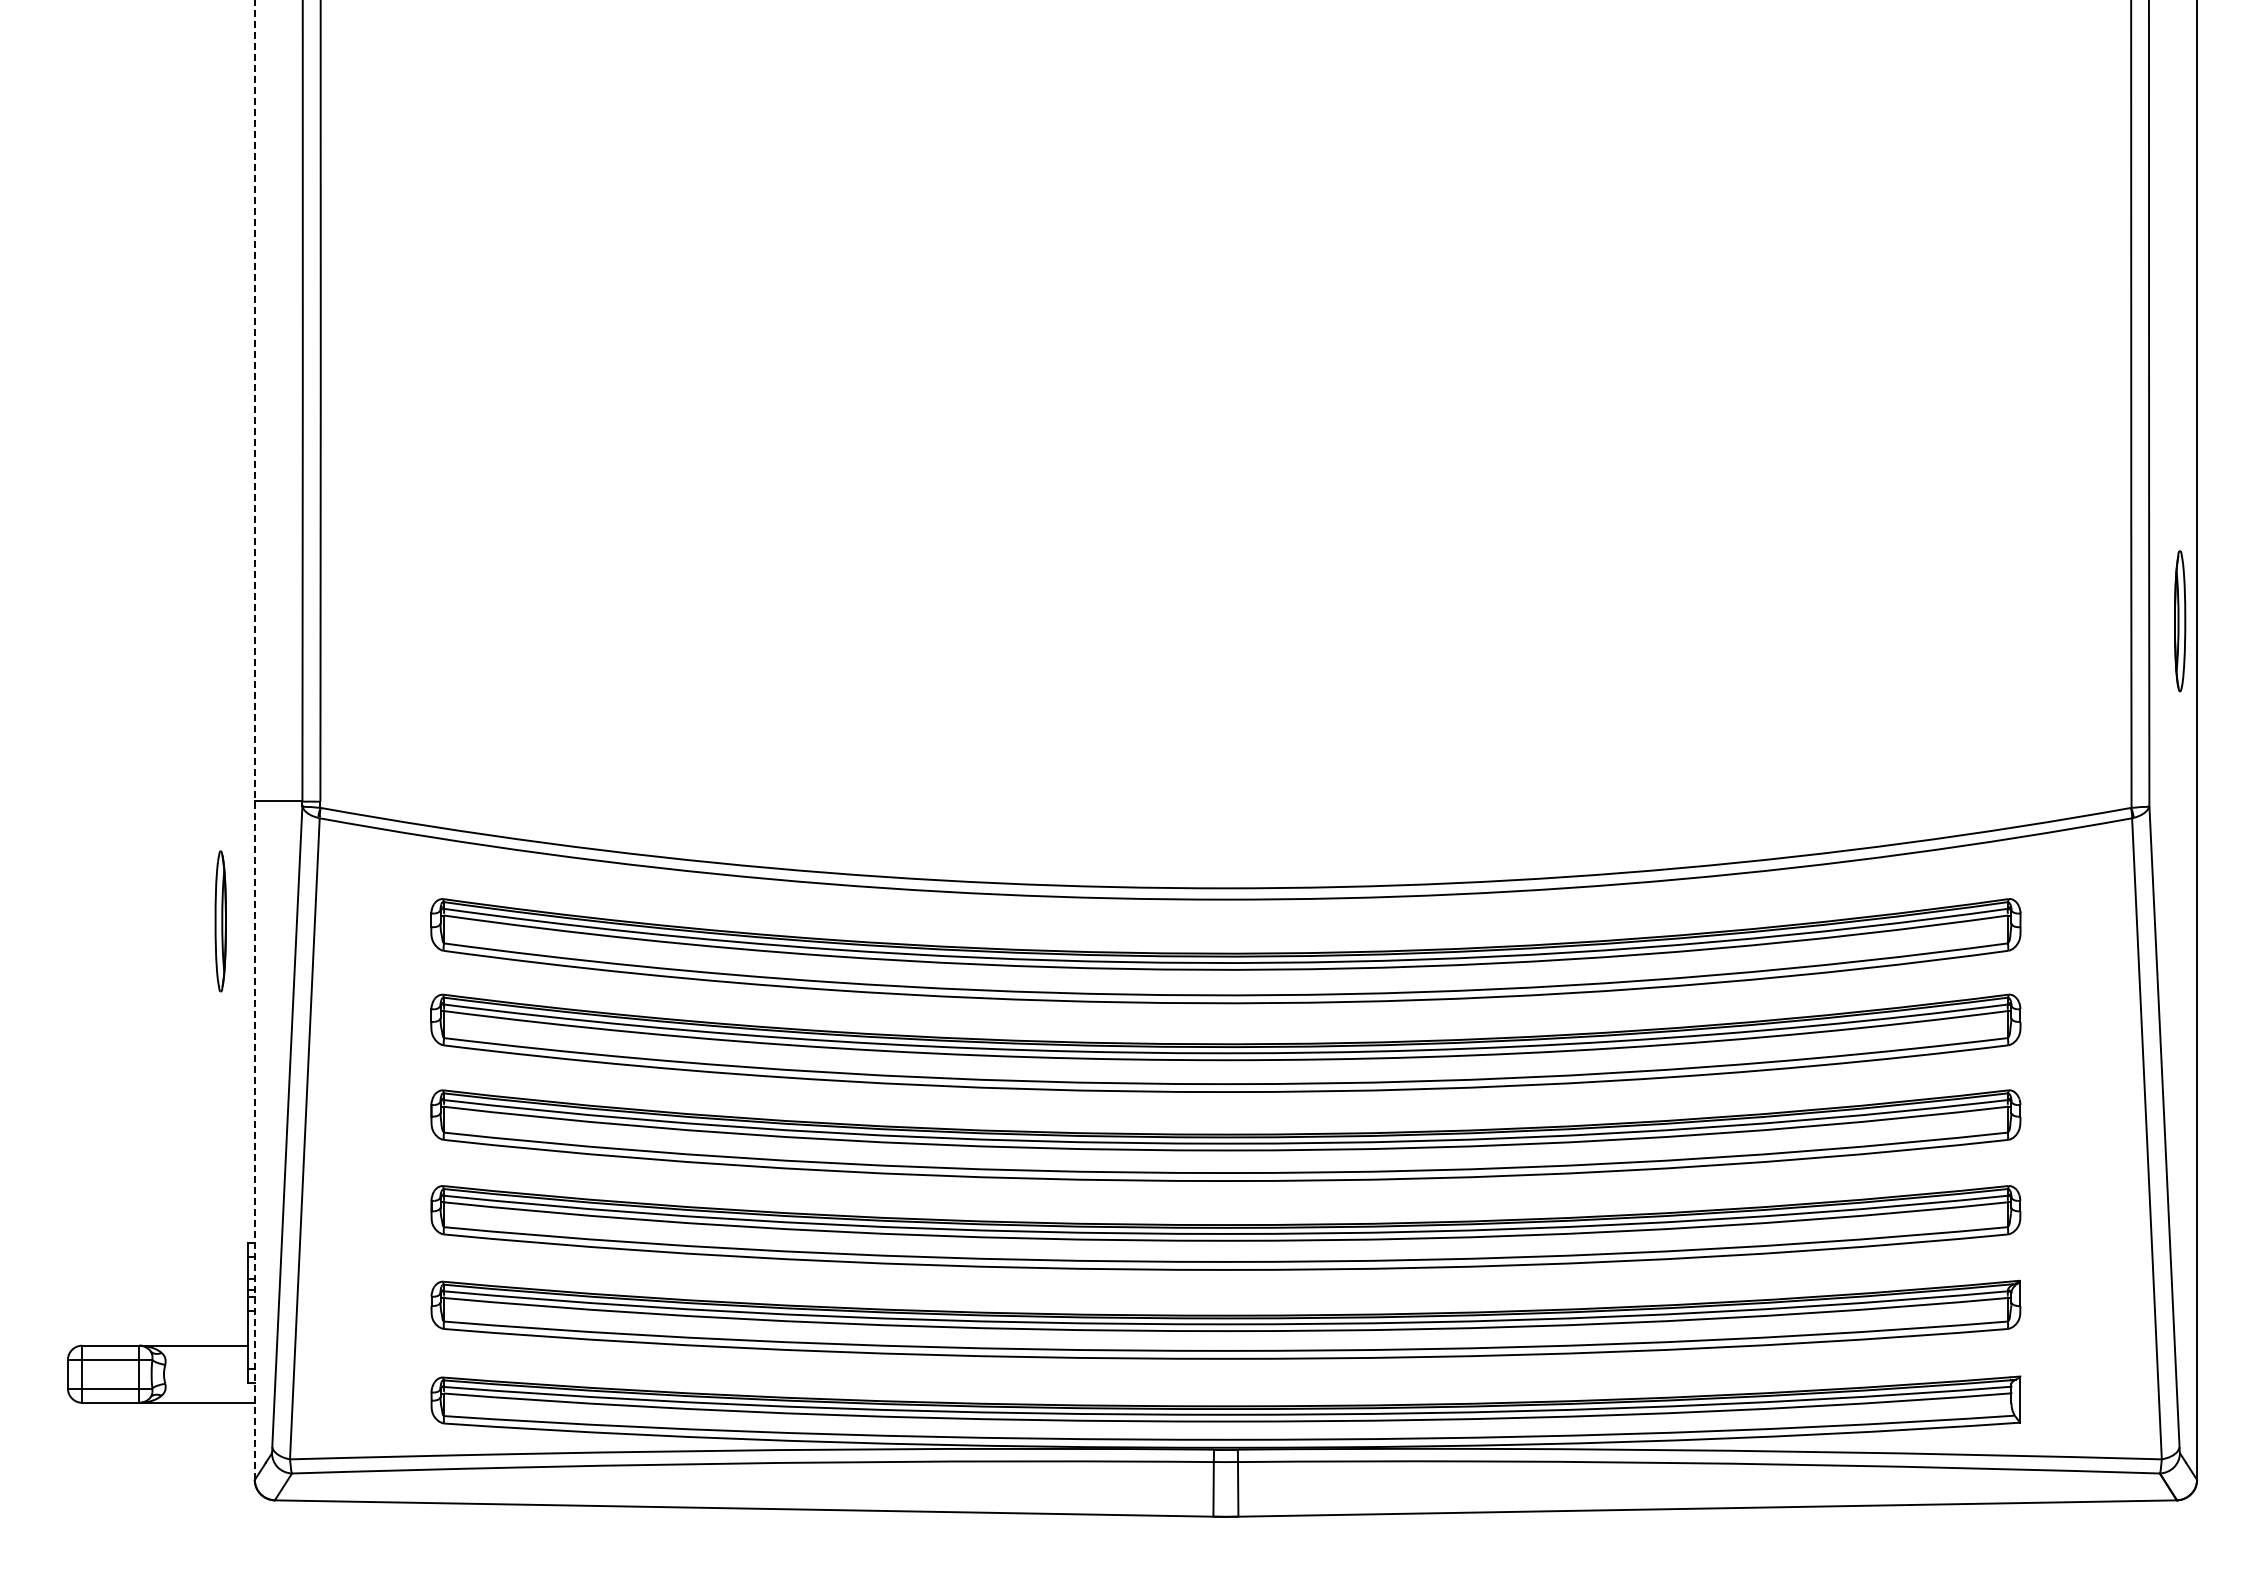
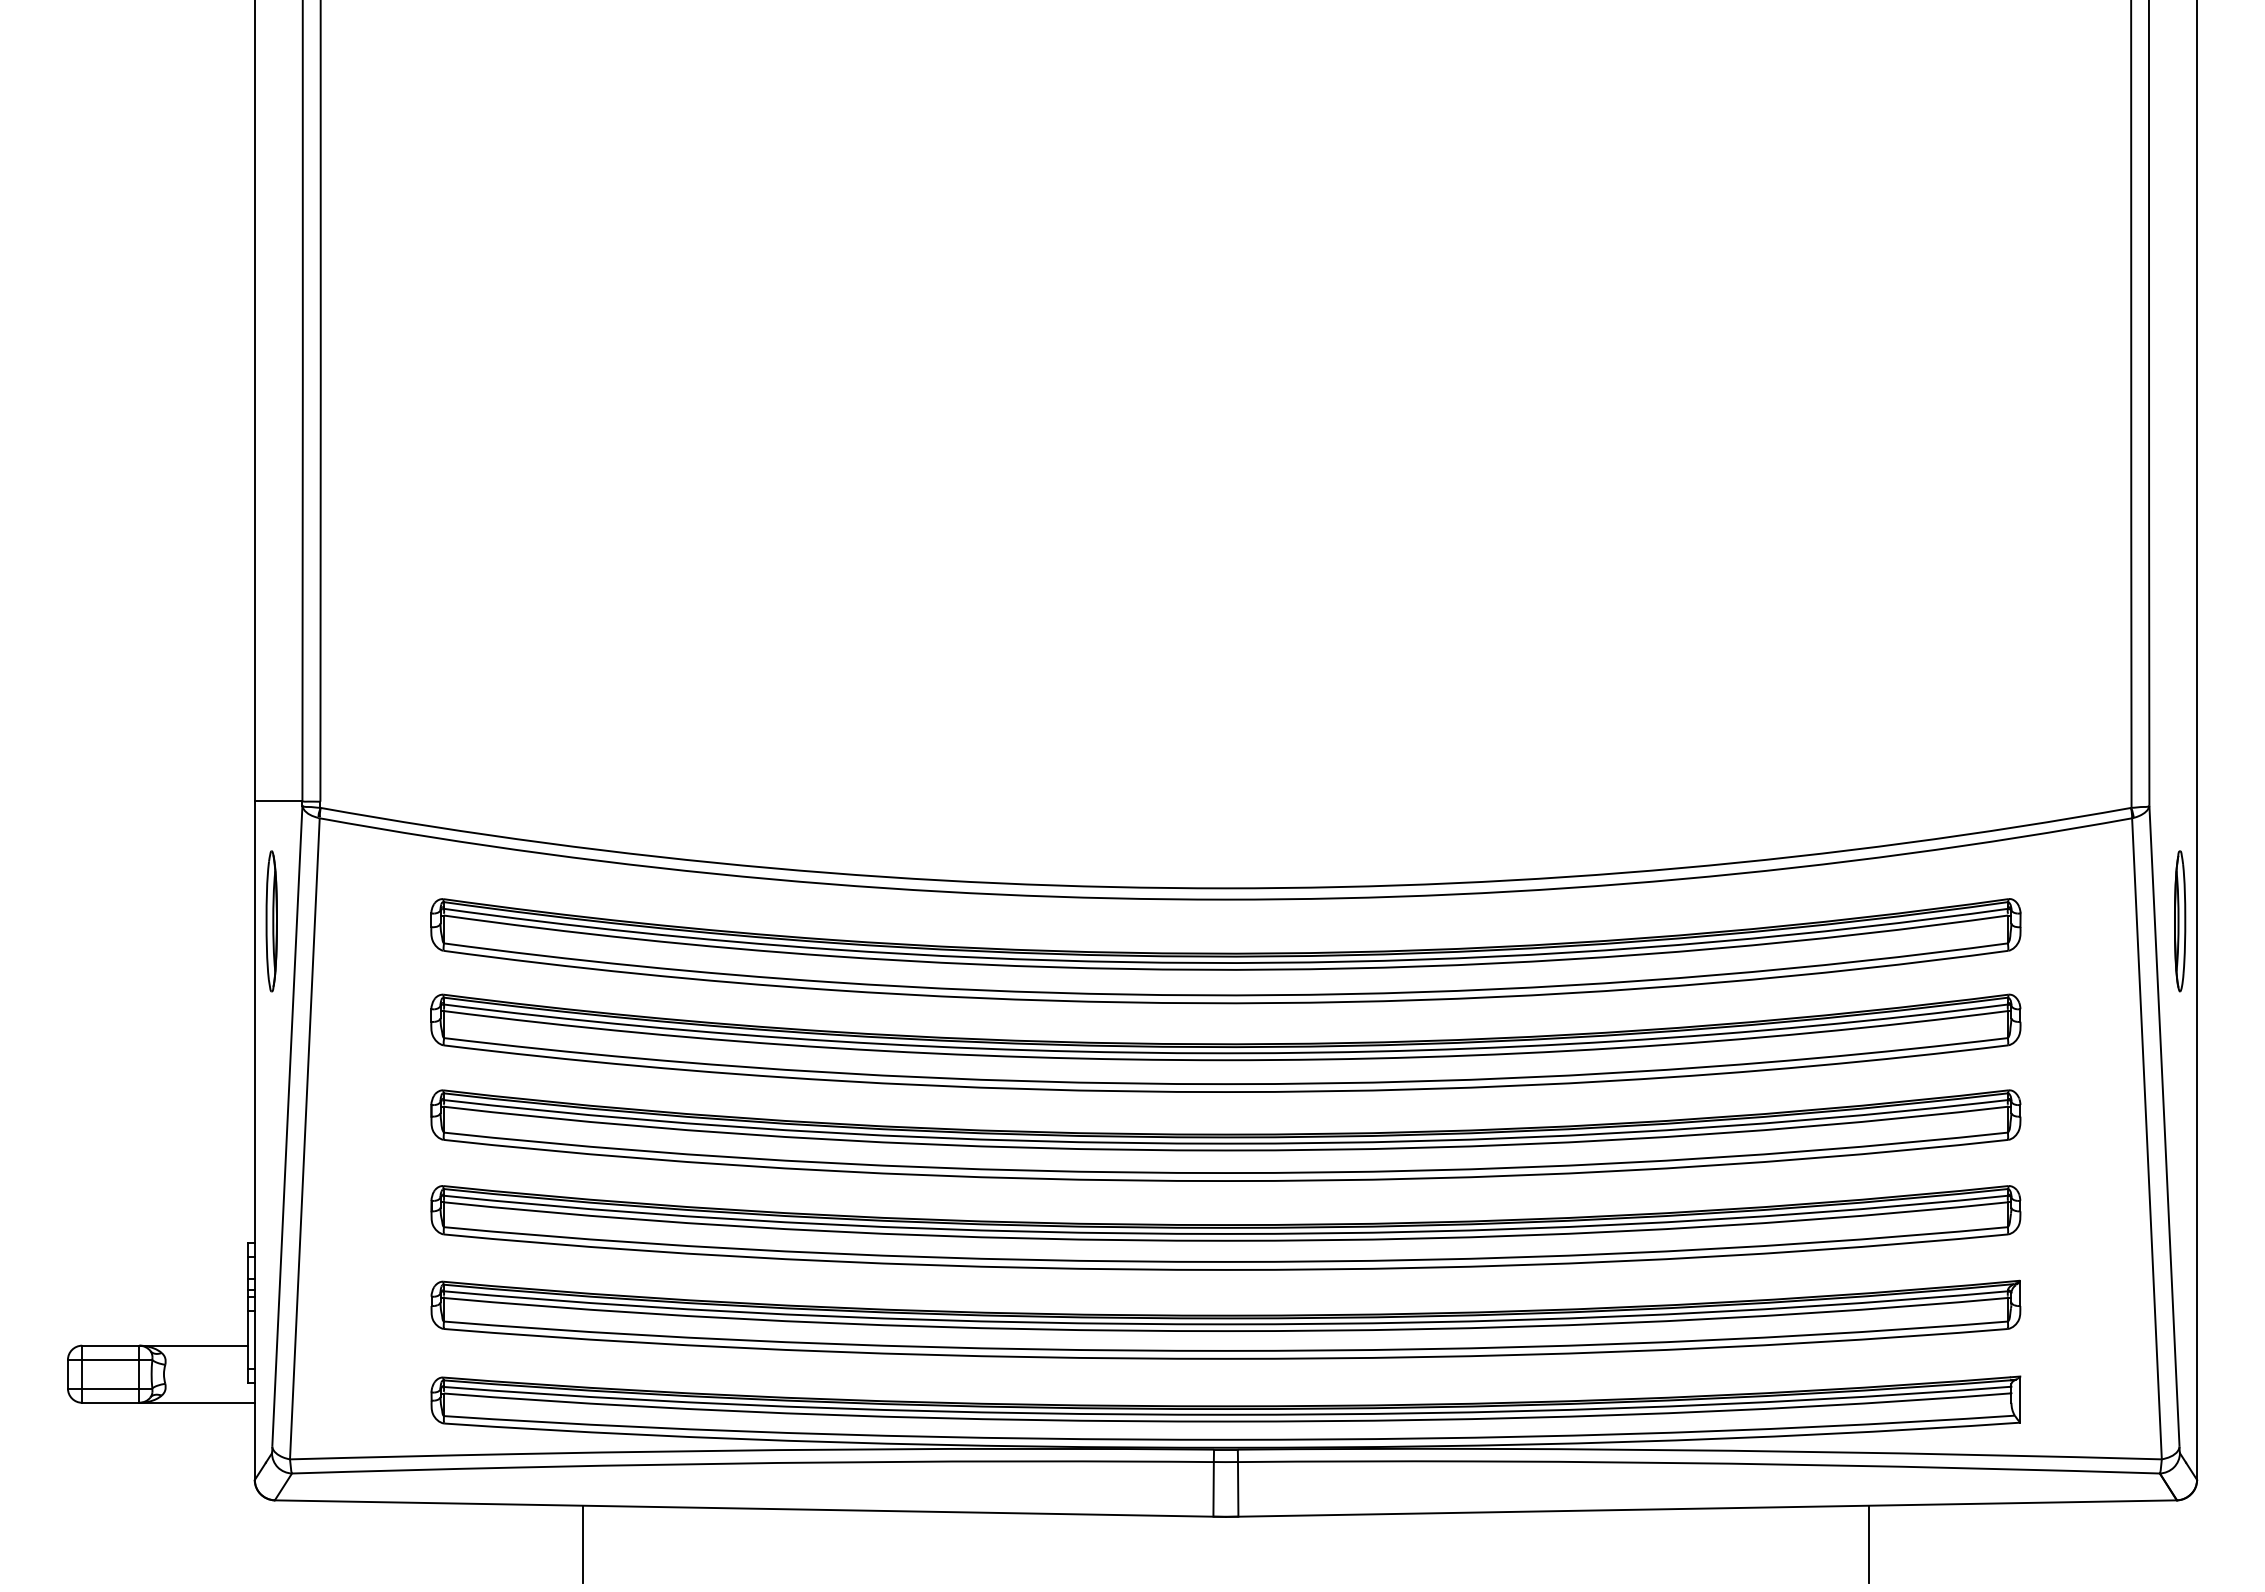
part at (2180, 621) position: (2180, 621) -> (2180, 921)
line at (254, 739): dashed -> solid
part at (220, 921) position: (220, 921) -> (271, 921)
line at (583, 1543): none -> present
line at (1868, 1543): none -> present
